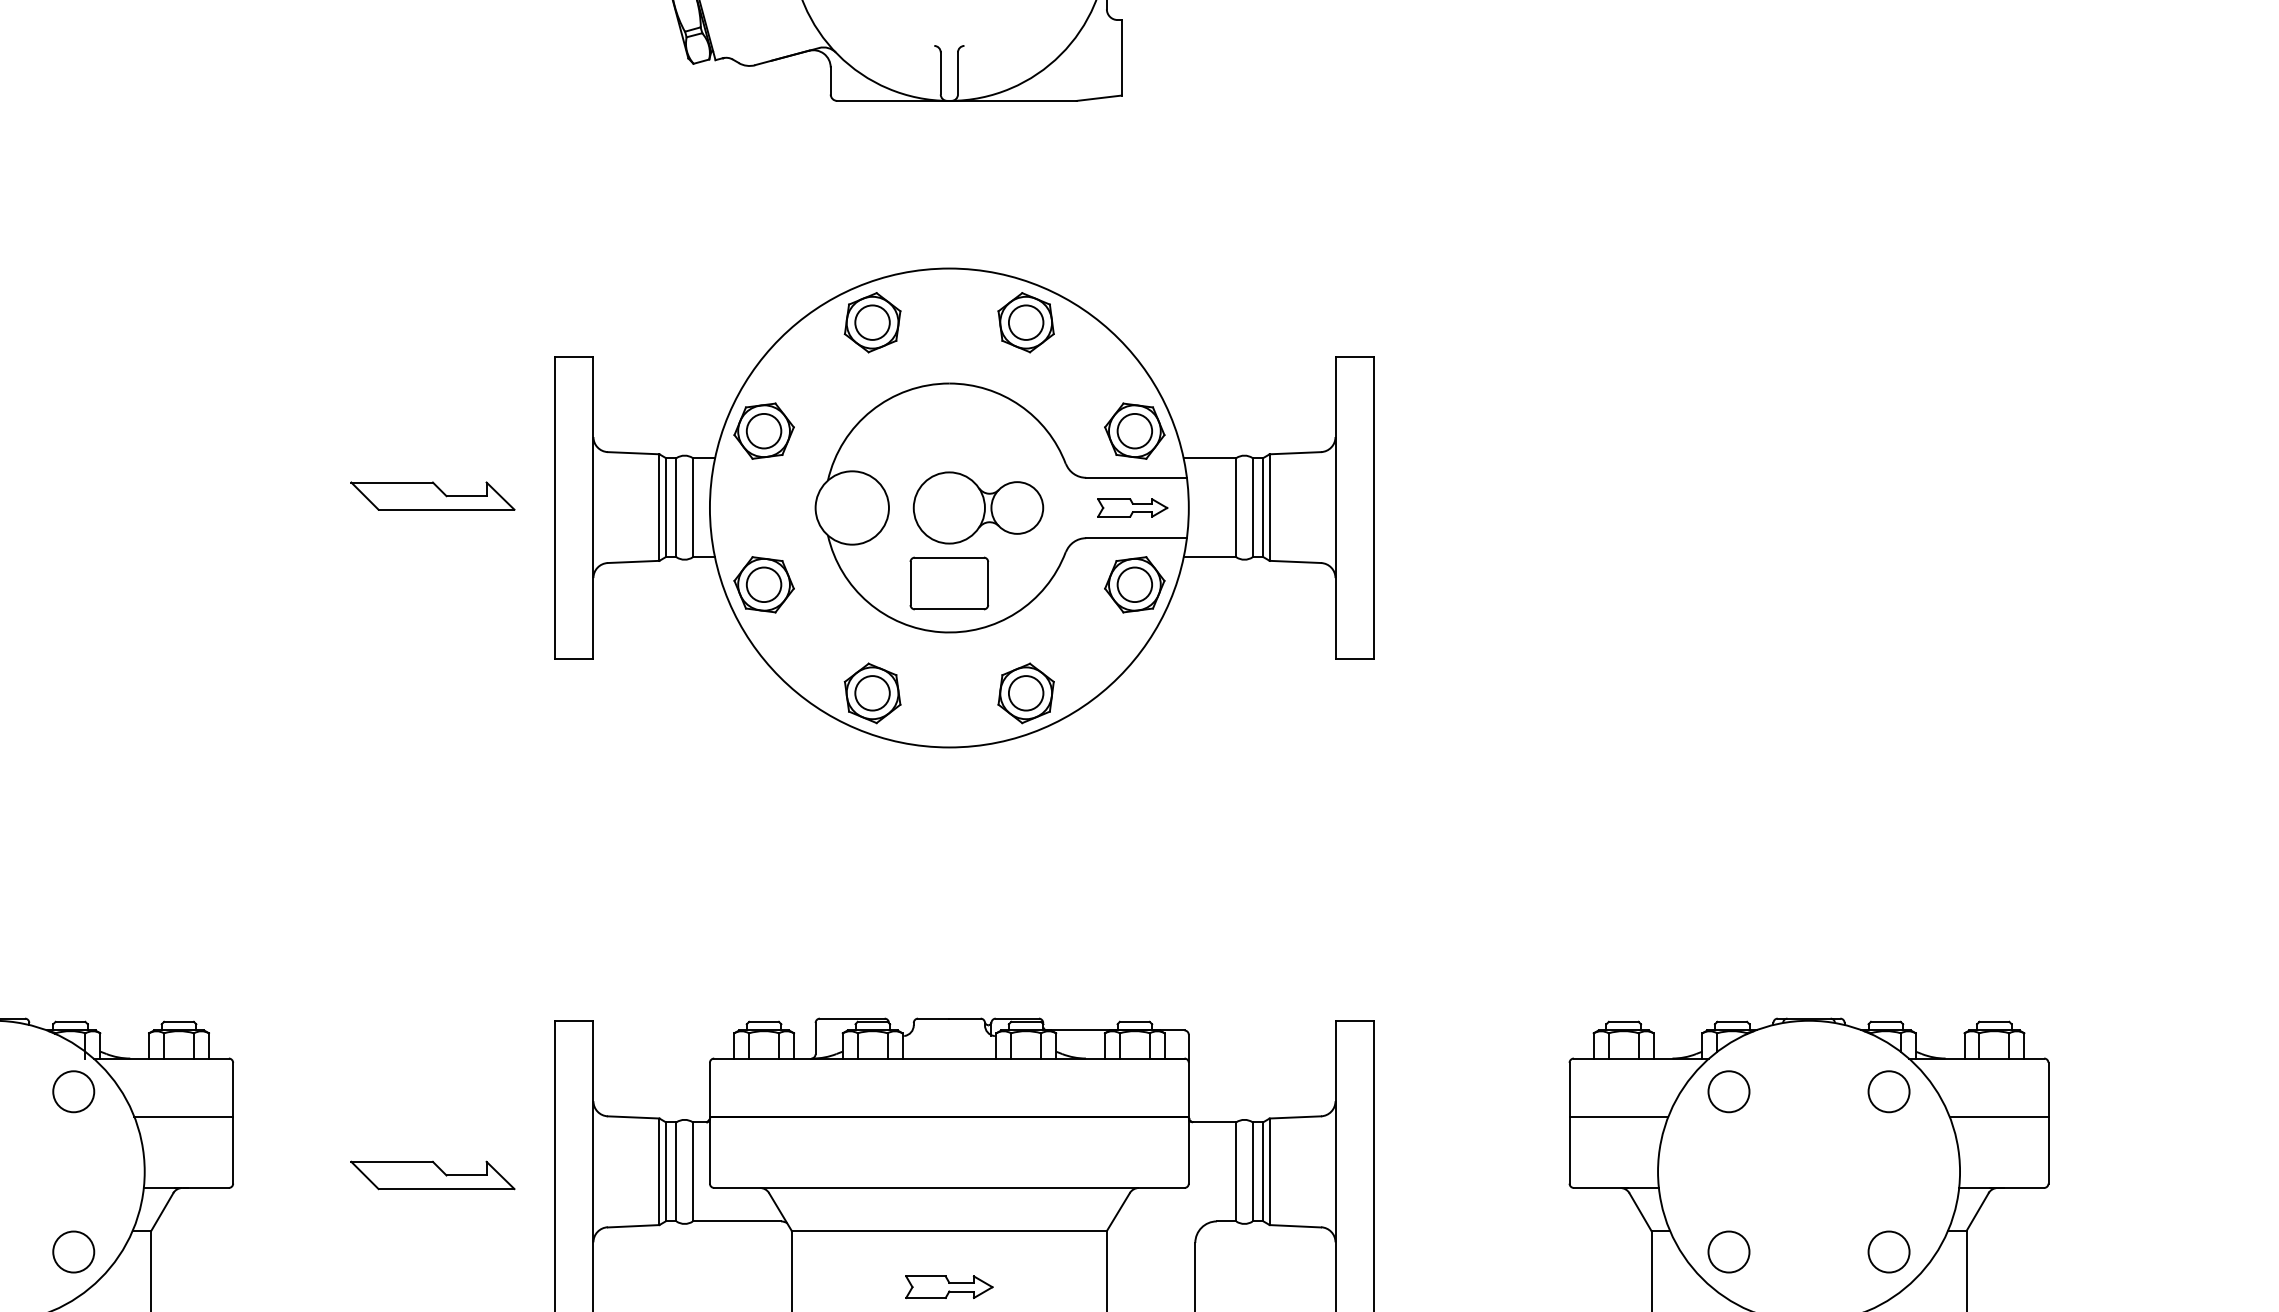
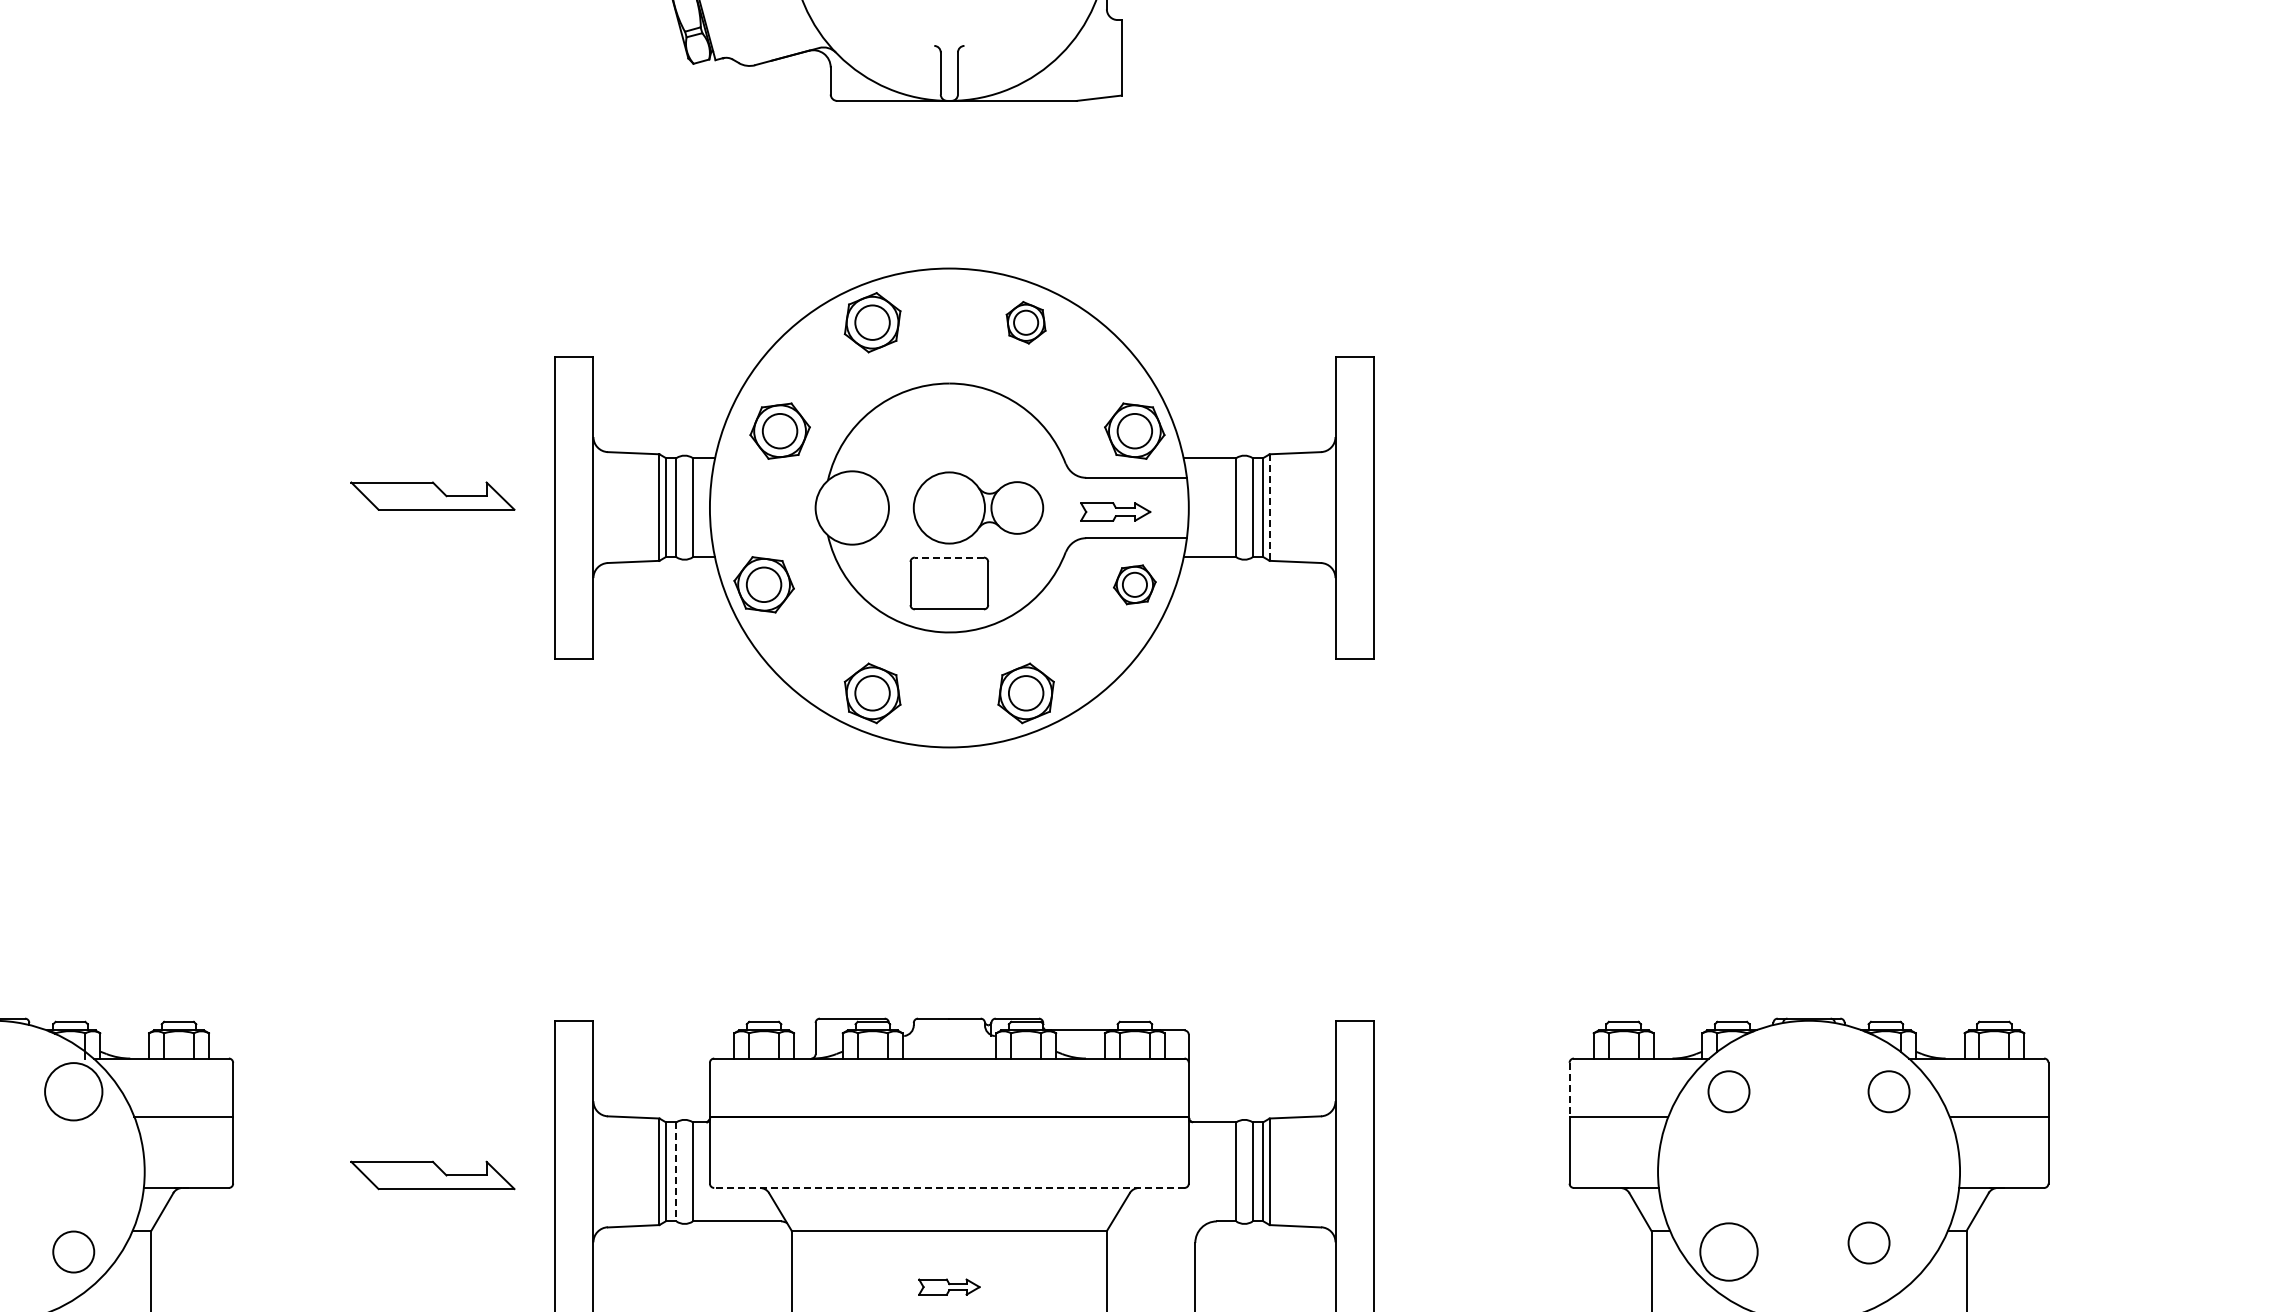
part at (1025, 322) size: 58x62 px -> 42x44 px
part at (763, 430) position: (763, 430) -> (779, 430)
part at (1132, 507) position: (1132, 507) -> (1115, 511)
line at (1269, 508): solid -> dashed
line at (949, 557): solid -> dashed
part at (1134, 584) size: 62x58 px -> 44x42 px
line at (1569, 1089): solid -> dashed
circle at (73, 1091) diameter: 41 px -> 57 px
line at (676, 1171): solid -> dashed
line at (948, 1187): solid -> dashed
circle at (1728, 1251) diameter: 41 px -> 57 px
circle at (1888, 1251) position: (1888, 1251) -> (1868, 1242)
part at (949, 1286) size: 89x24 px -> 63x18 px
